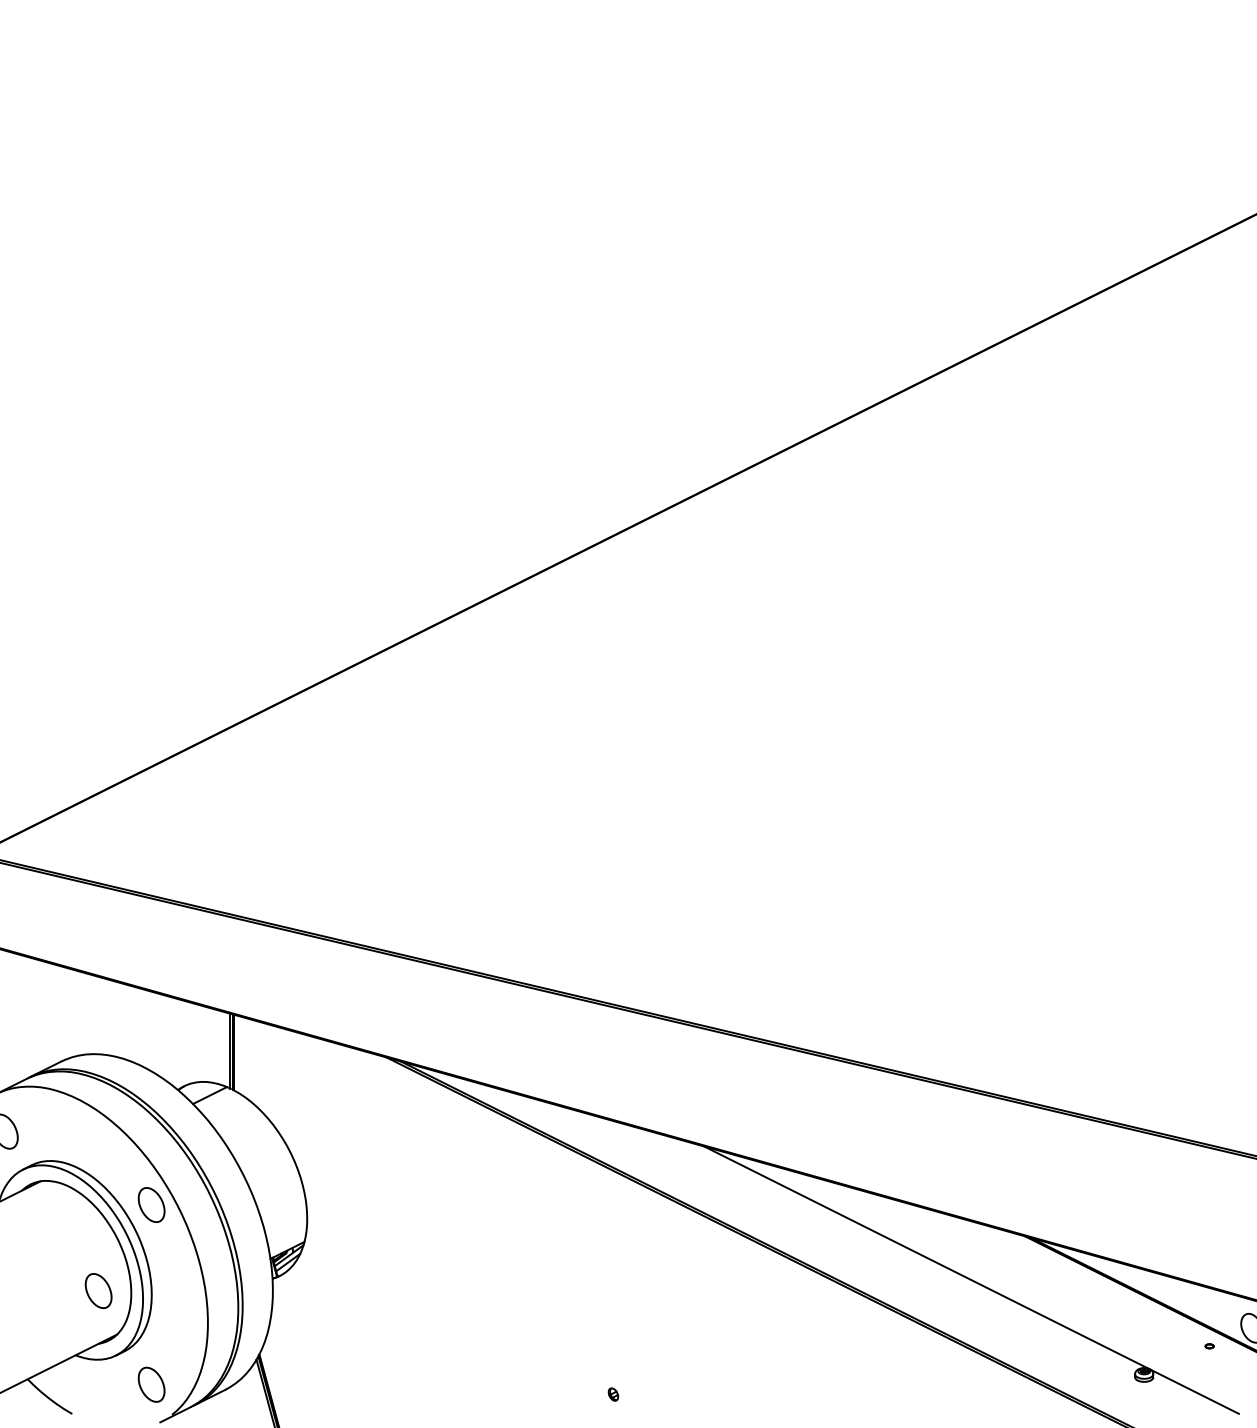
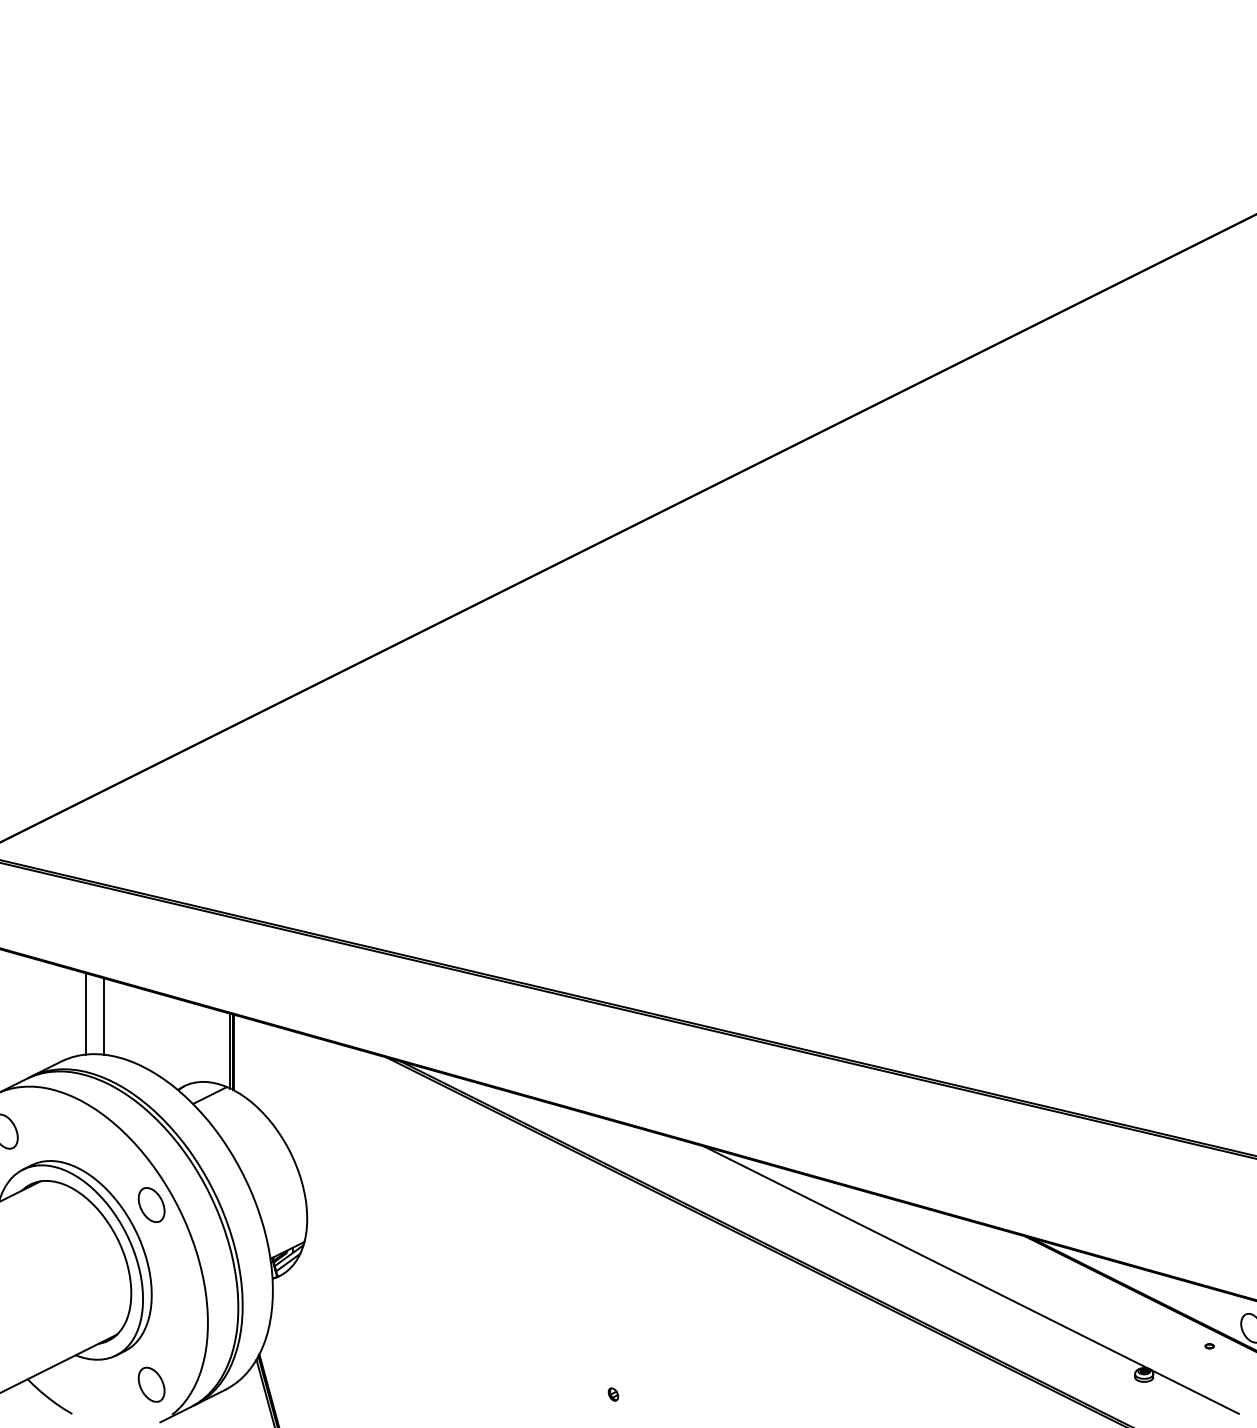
line at (86, 1013): none -> present
line at (103, 1016): none -> present
part at (98, 1291): present -> none
